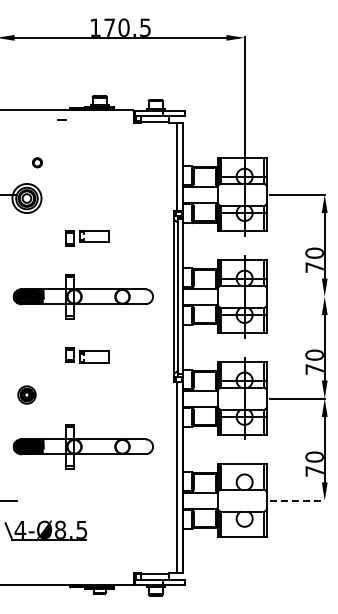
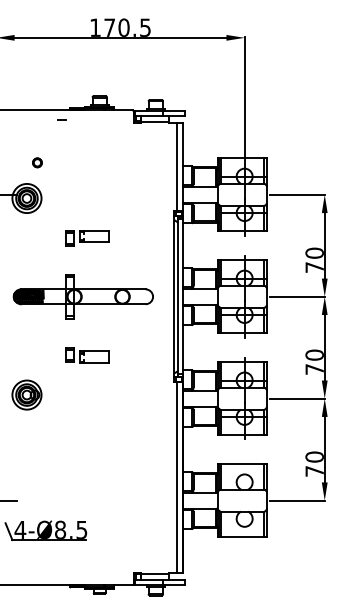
line at (297, 296): none -> present
part at (26, 394) size: 20x20 px -> 32x32 px
part at (82, 446): present -> none
line at (297, 500): dashed -> solid
